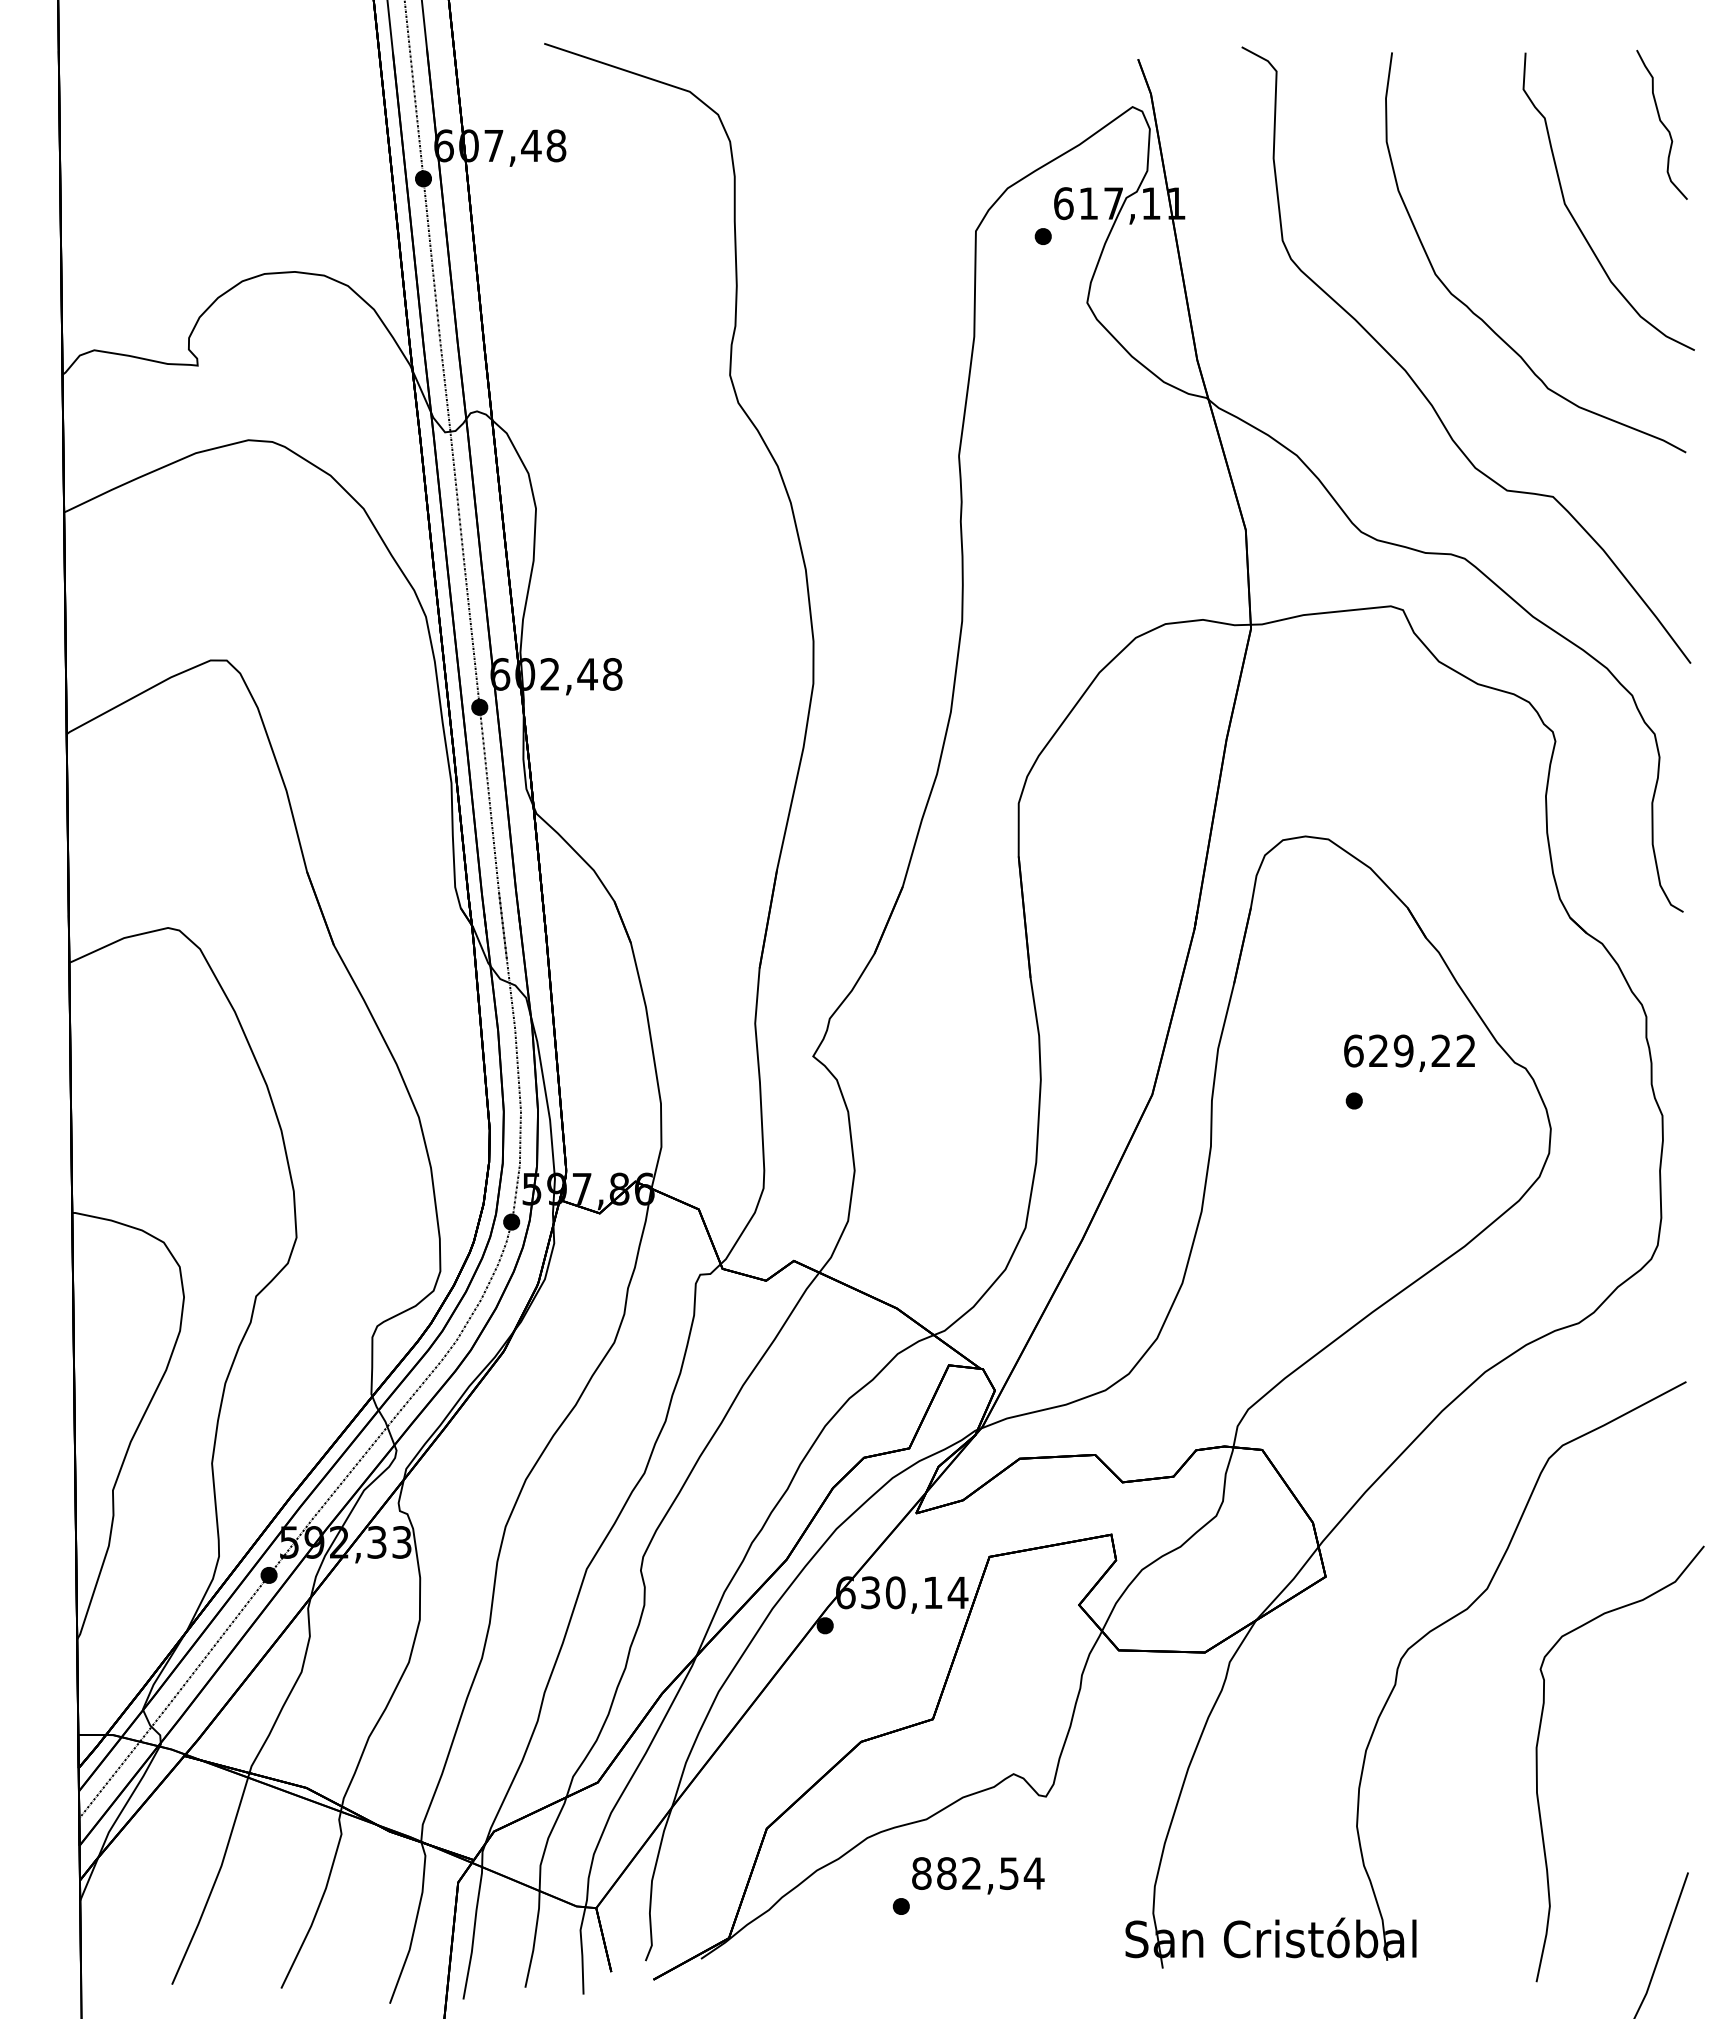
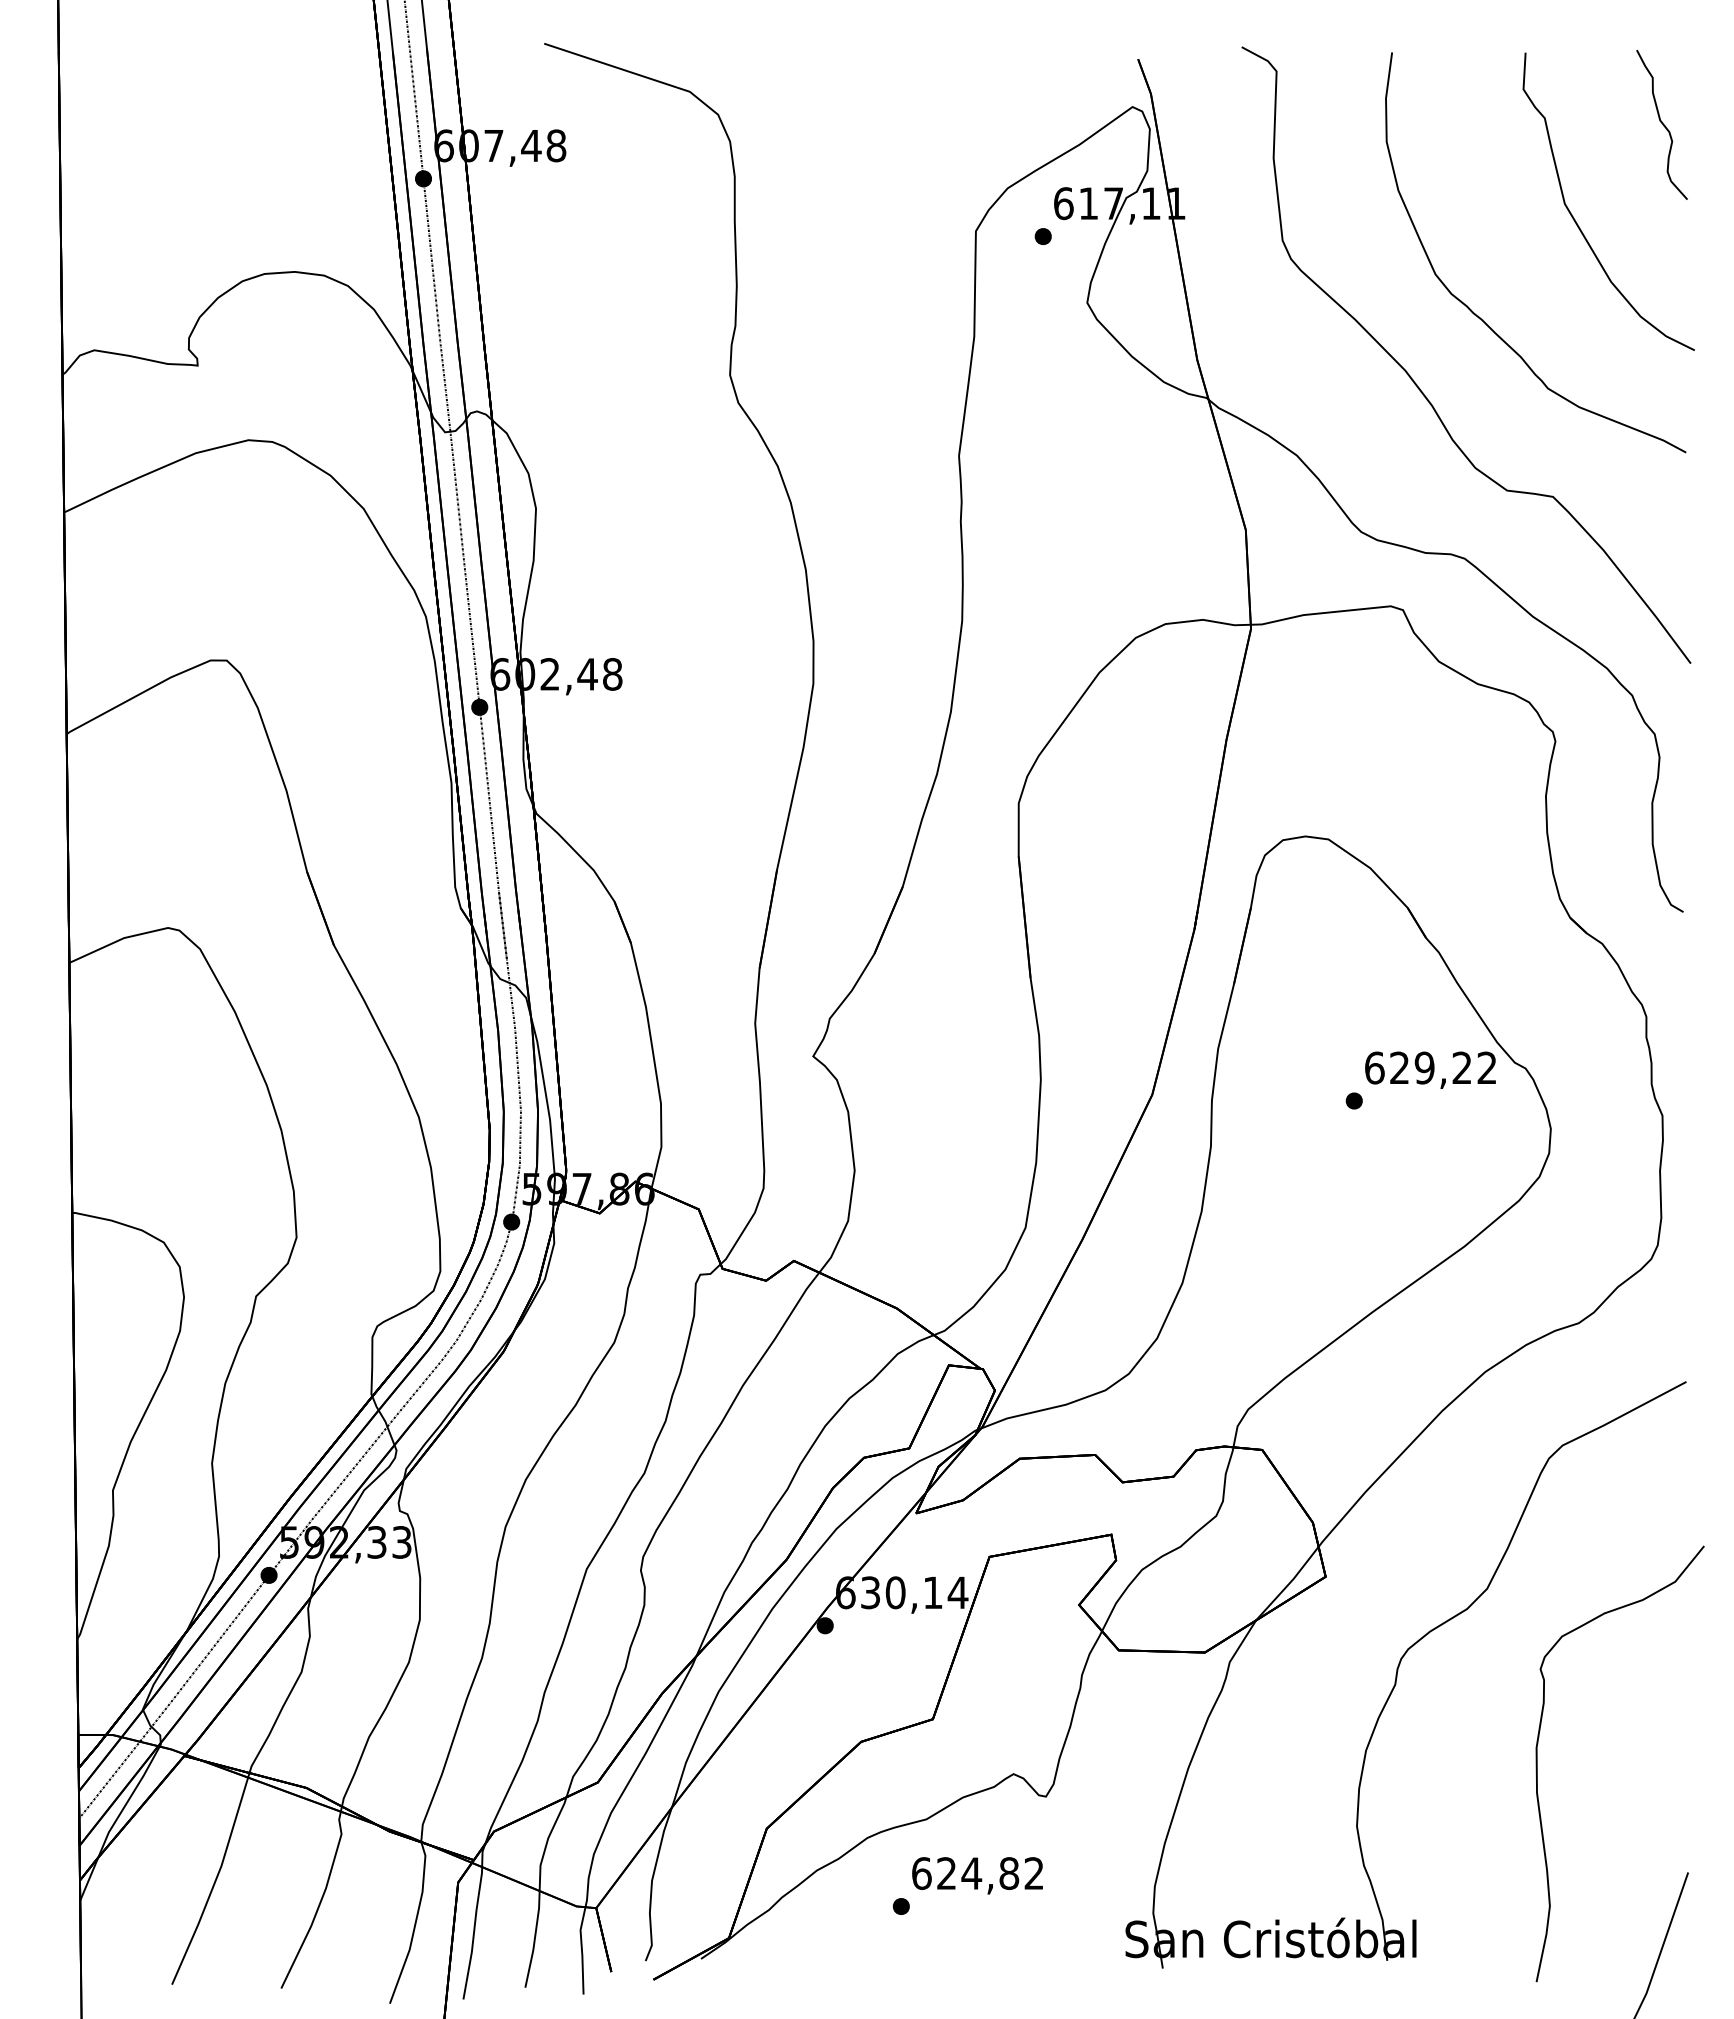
text at (1409, 1052) position: (1409, 1052) -> (1430, 1069)
text at (978, 1873): 882,54 -> 624,82
